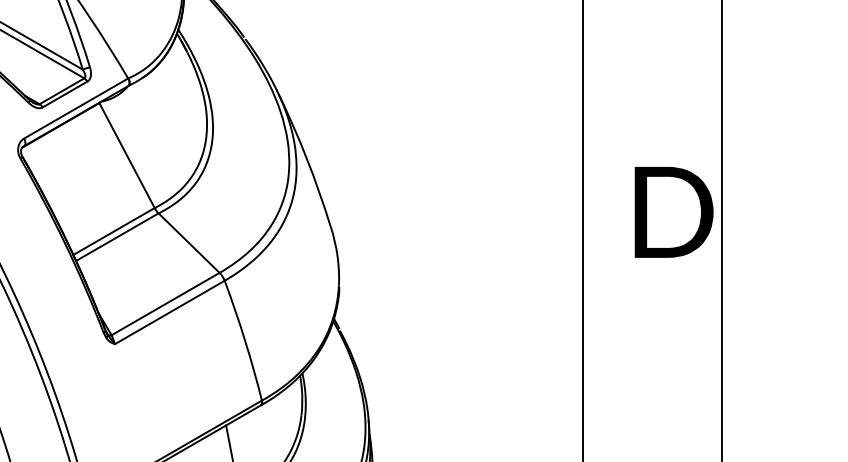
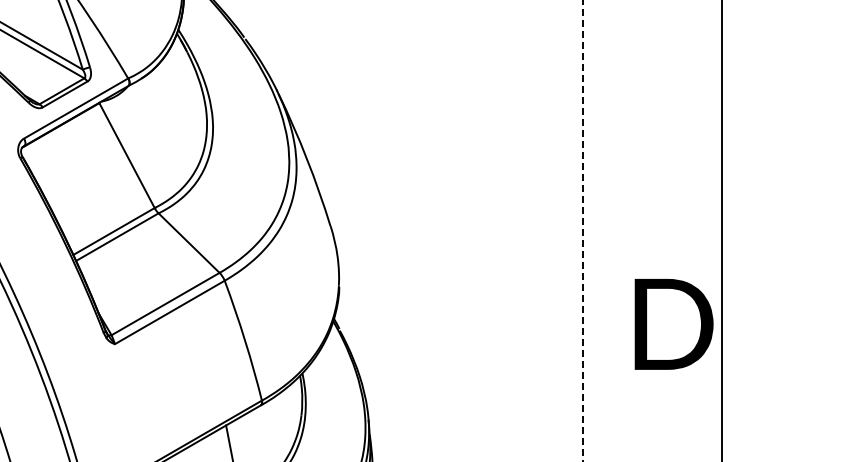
text at (673, 212) position: (673, 212) -> (673, 324)
line at (583, 231): solid -> dashed
